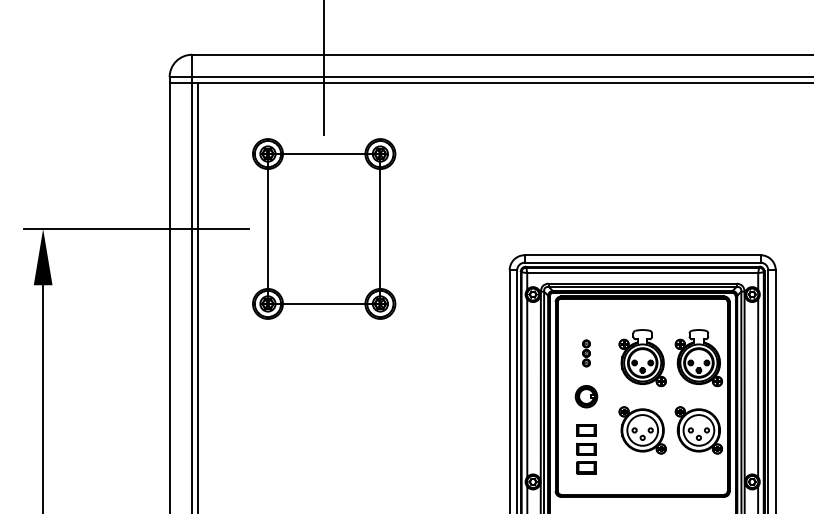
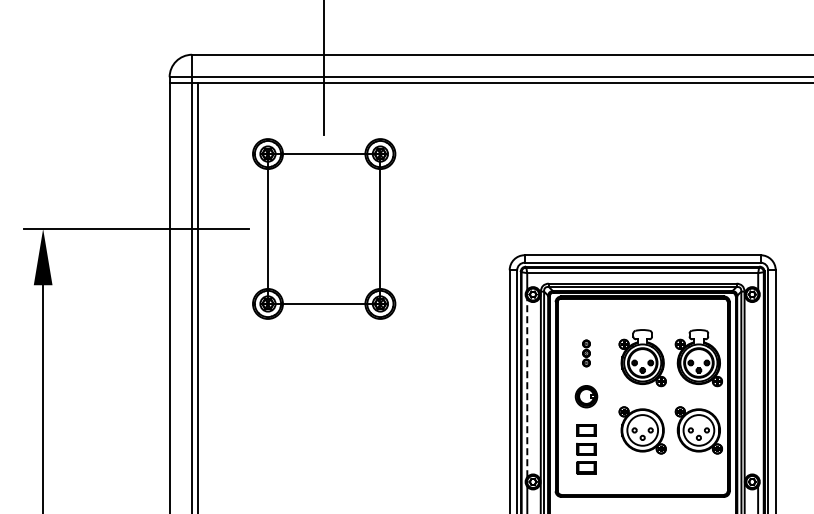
line at (527, 388): solid -> dashed
line at (758, 388): present -> none
